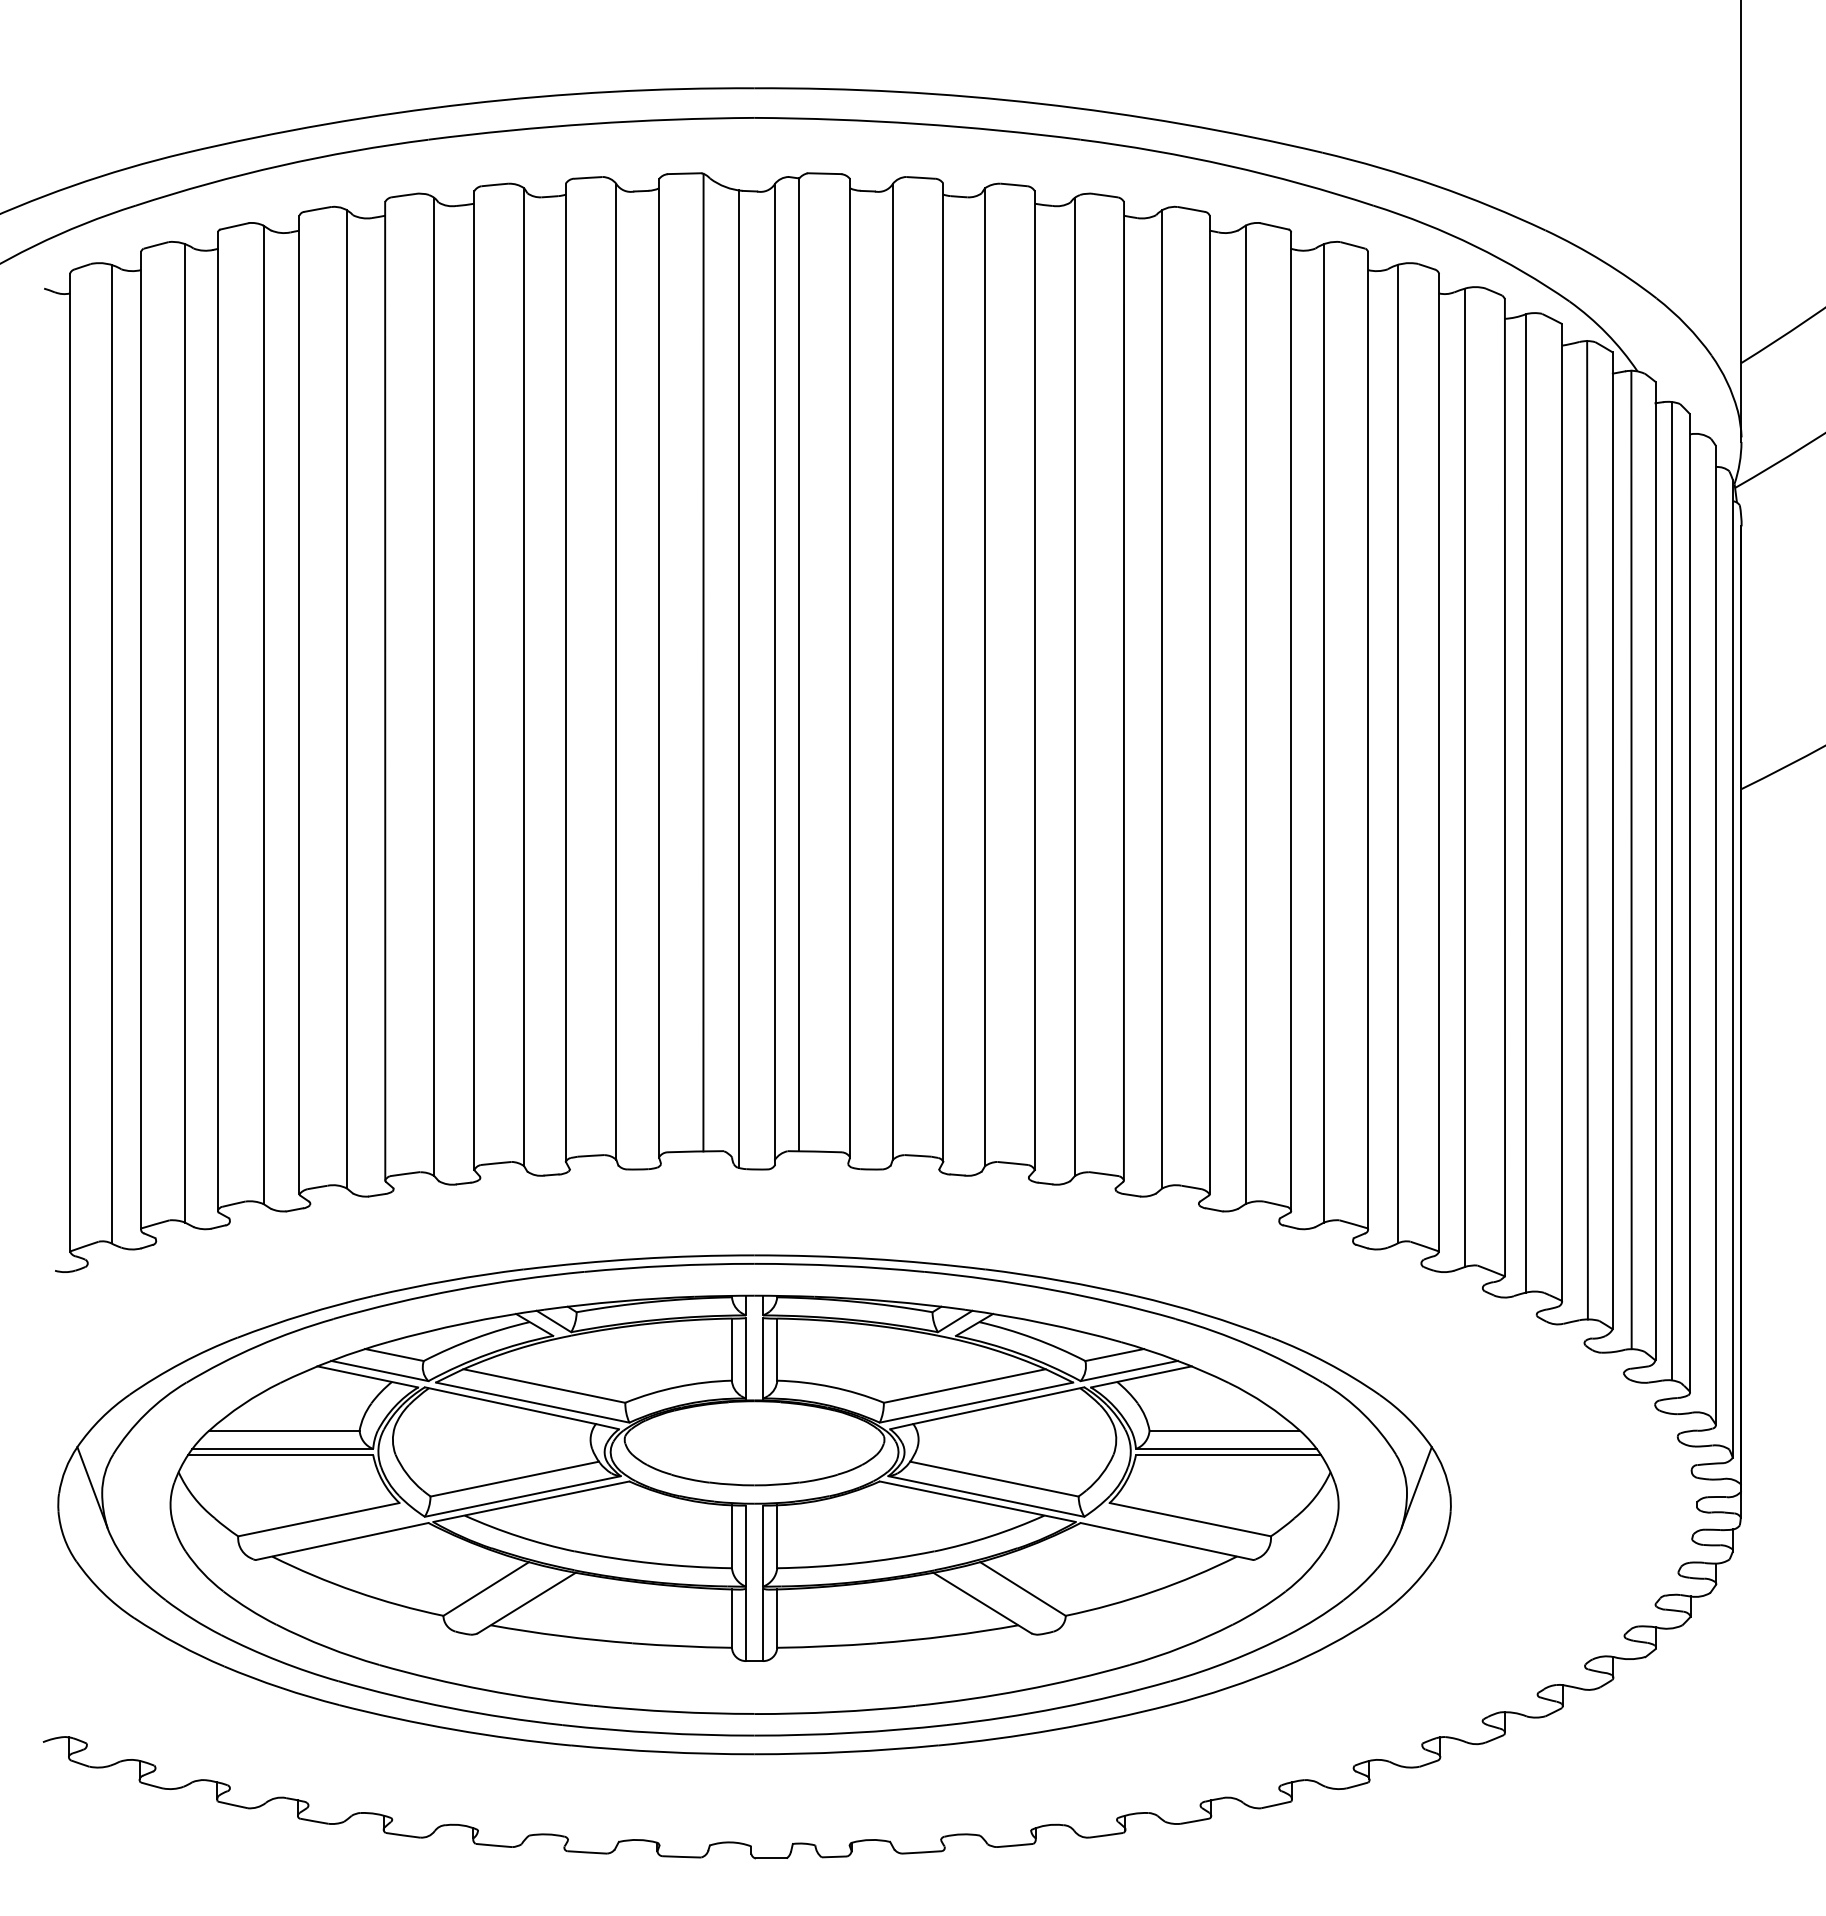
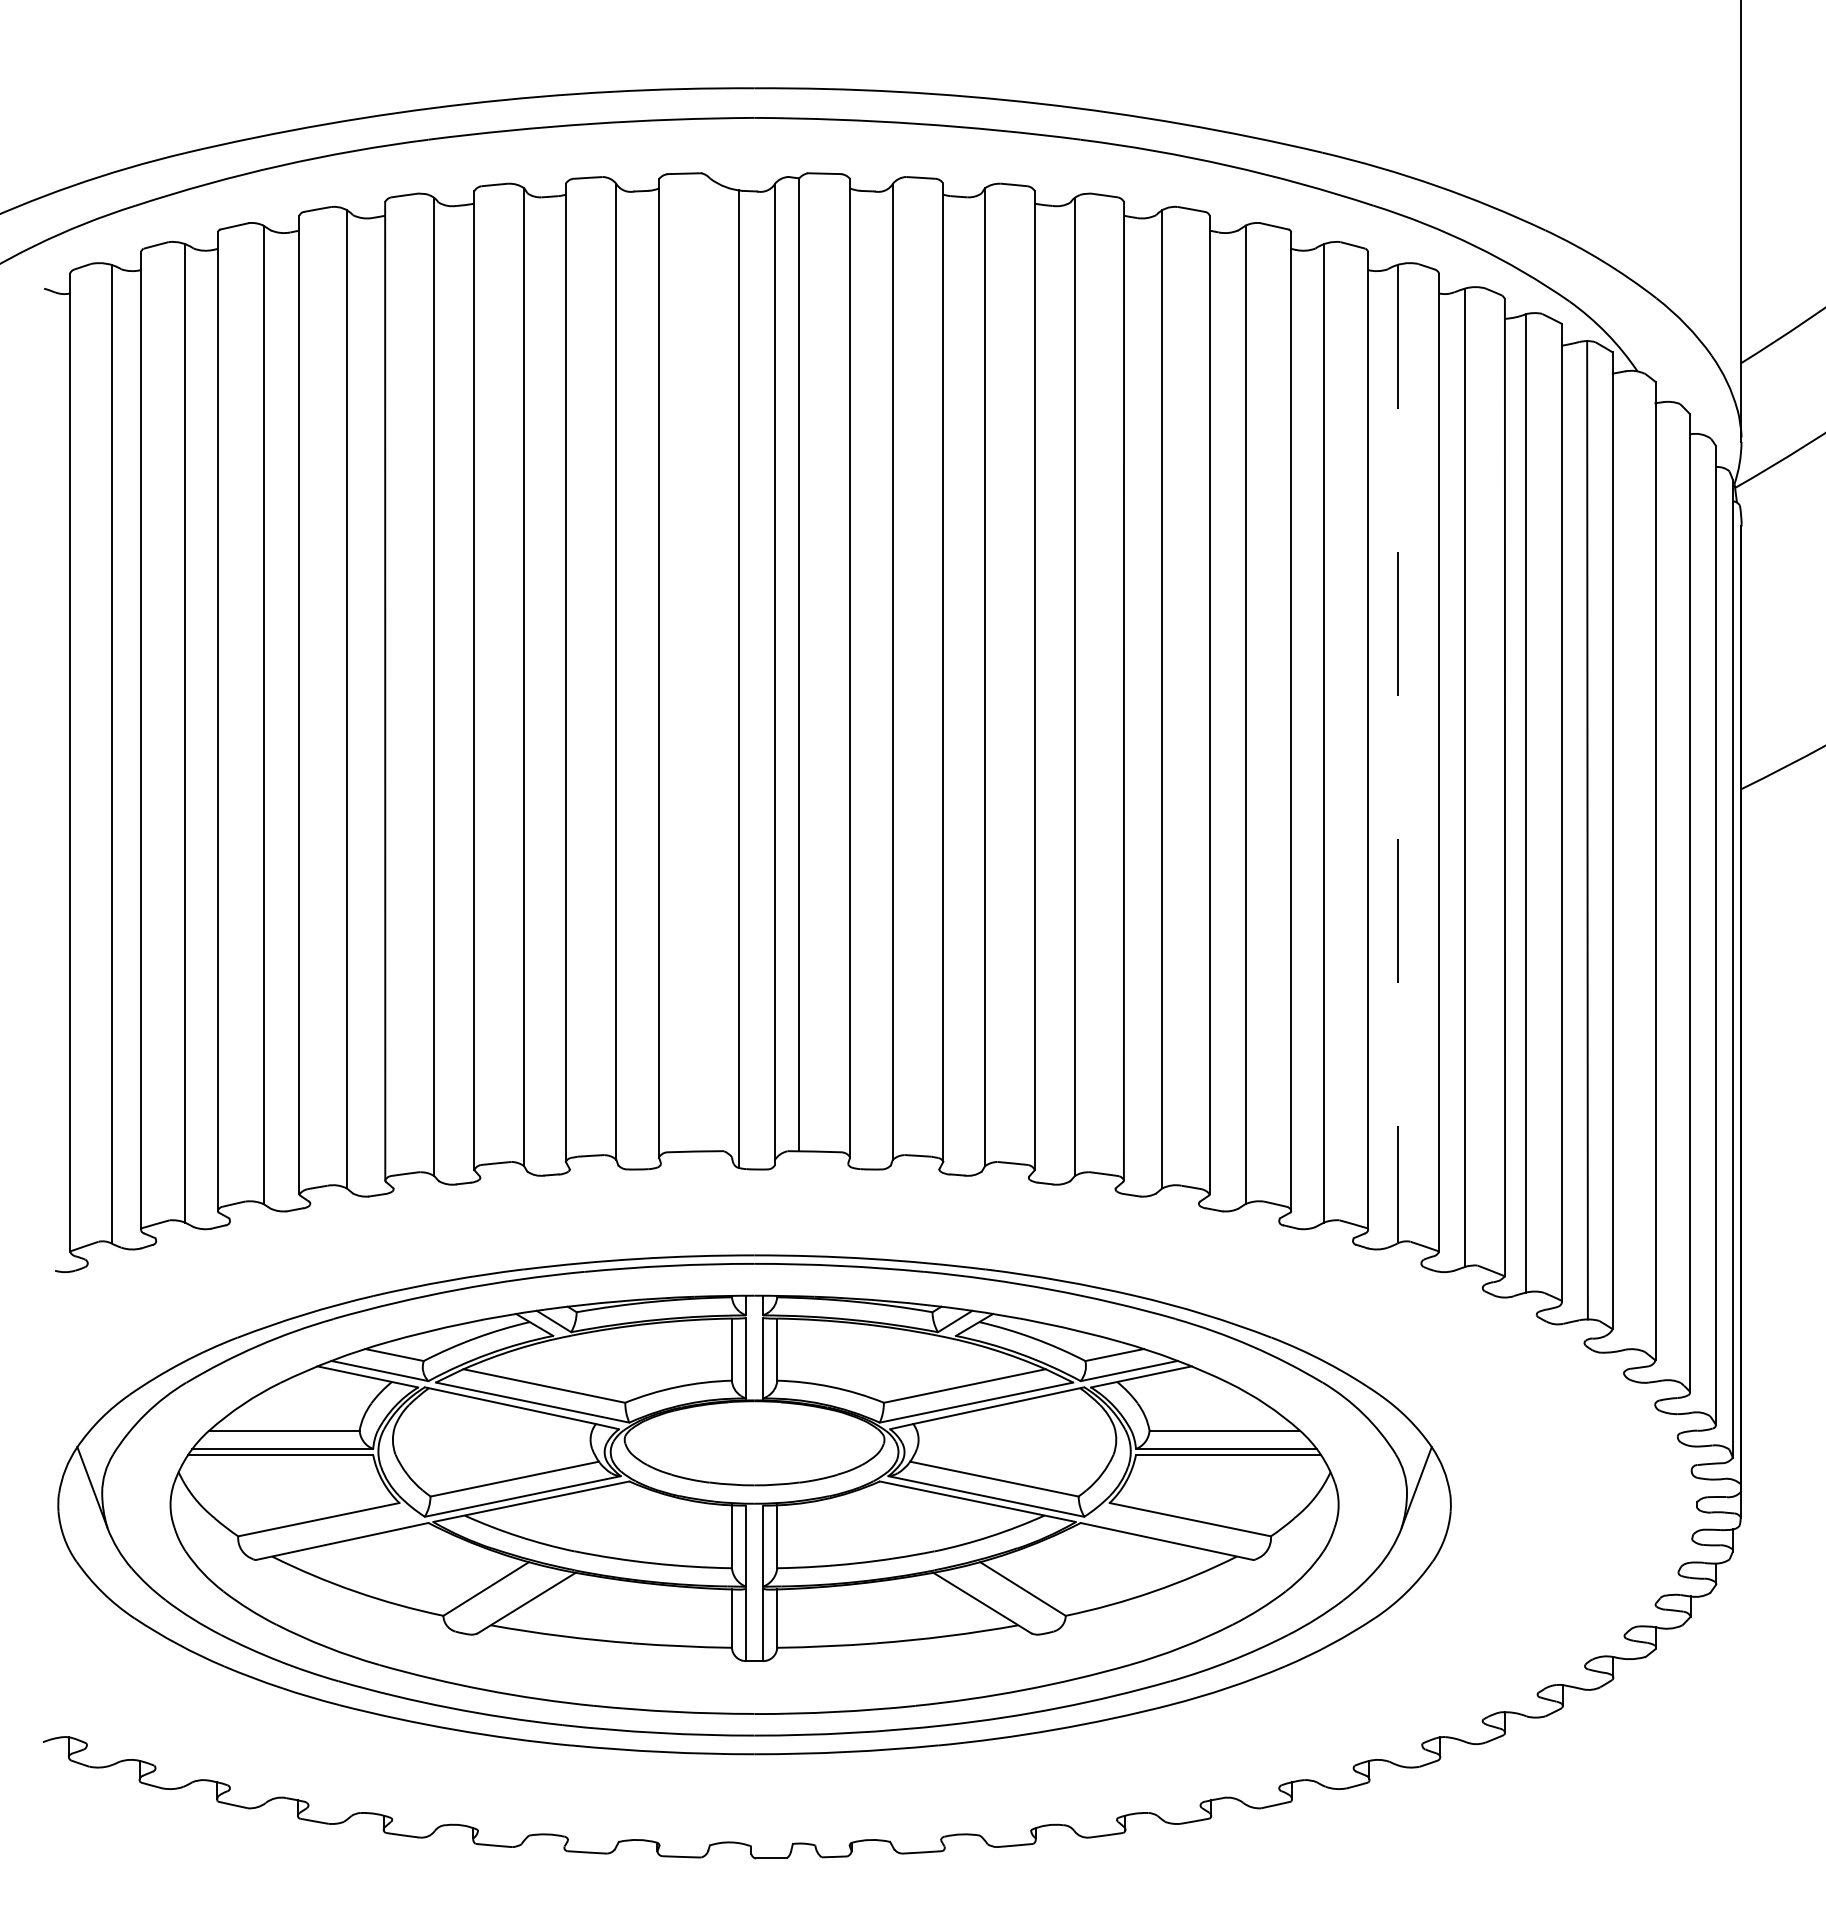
line at (703, 662): present -> none
line at (1397, 754): solid -> dashed
line at (1631, 859): present -> none
line at (1671, 890): present -> none
